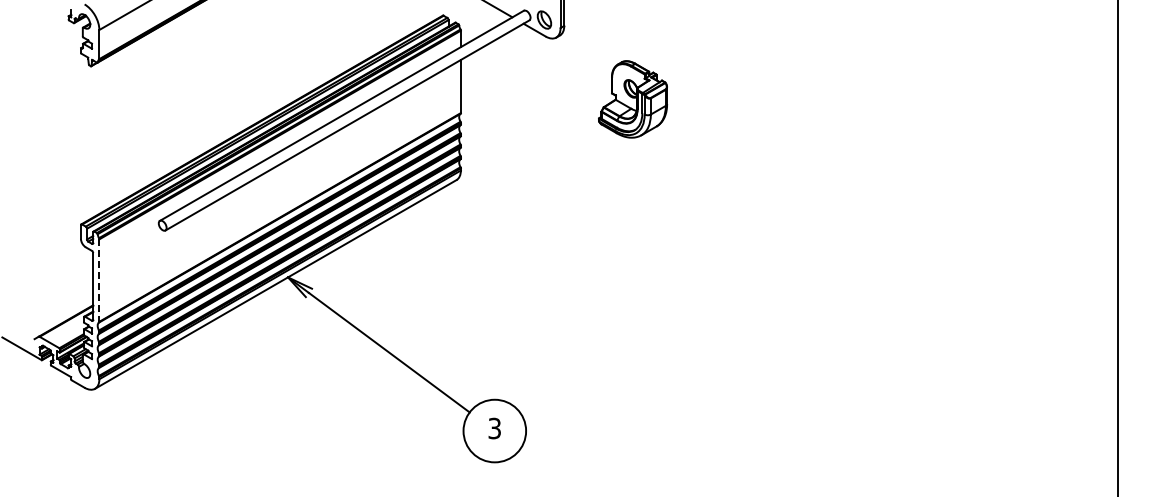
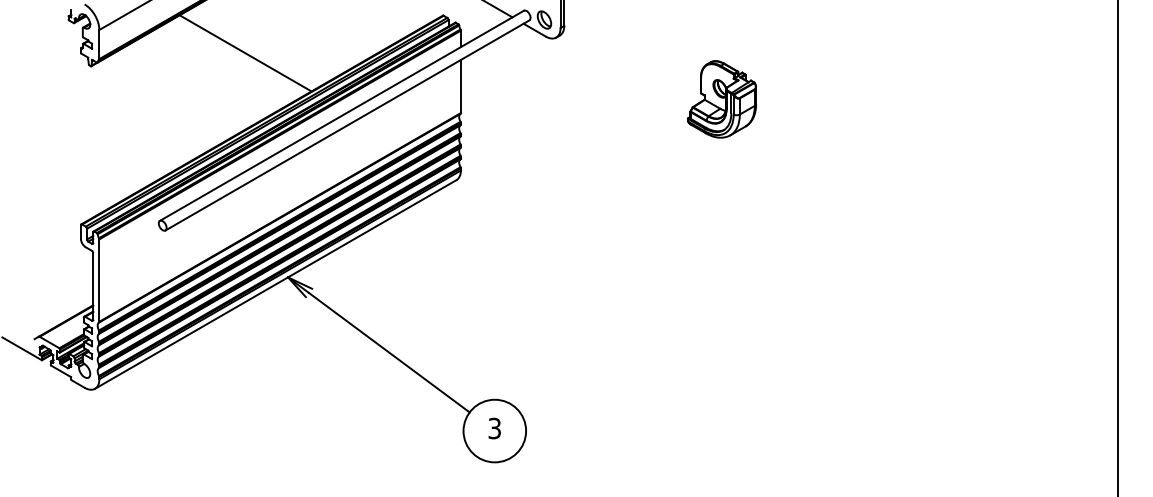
line at (245, 53): none -> present
part at (632, 99) position: (632, 99) -> (721, 99)
line at (99, 281): dashed -> solid
